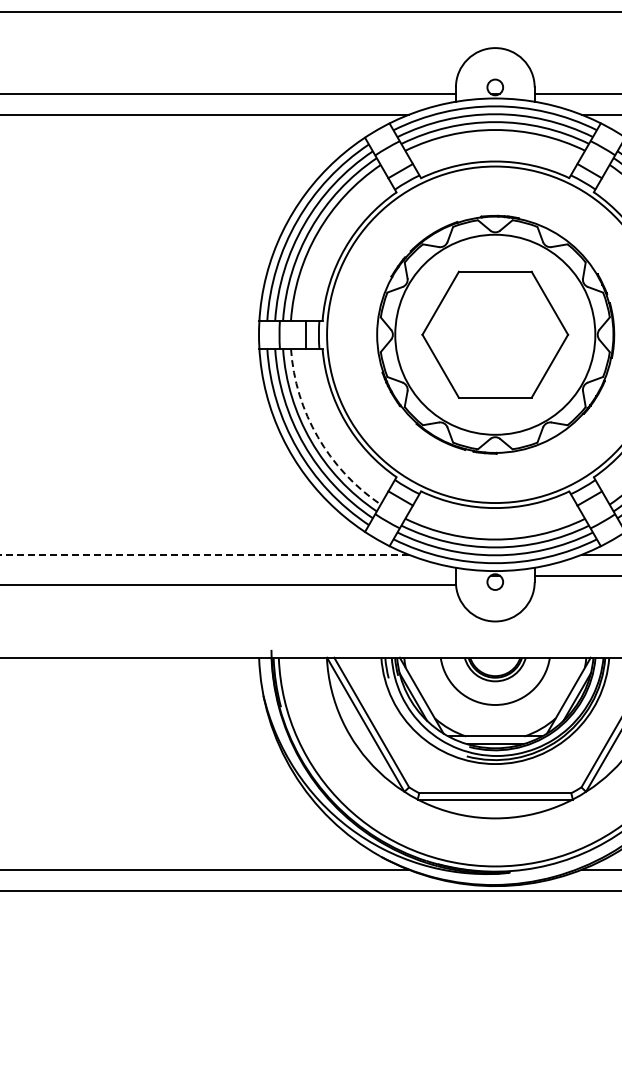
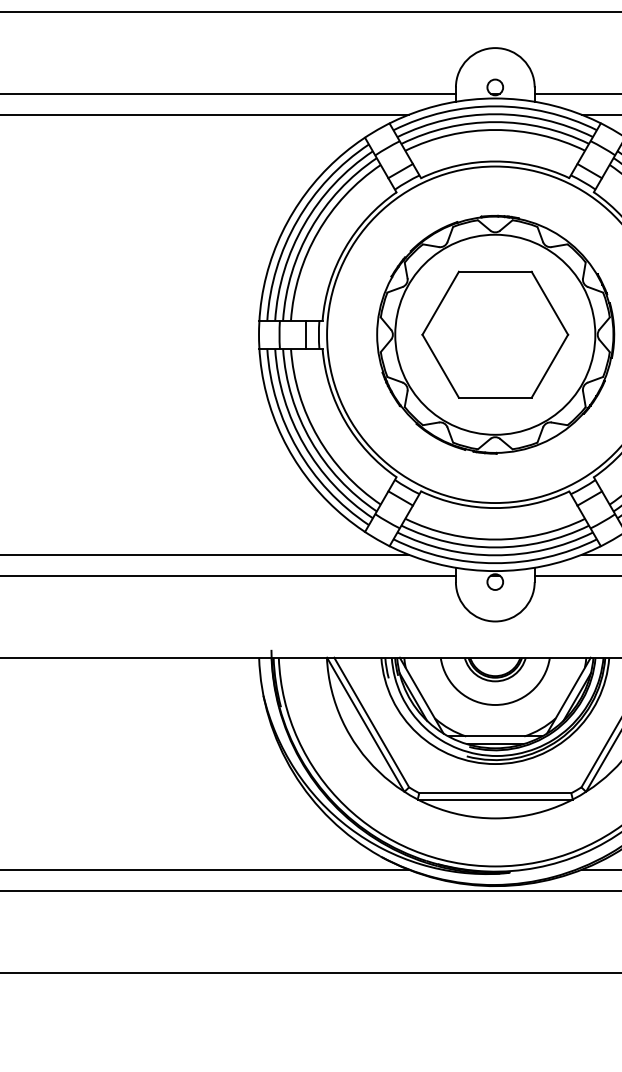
arc at (317, 437): dashed -> solid
line at (204, 554): dashed -> solid
line at (228, 584) position: (228, 584) -> (228, 575)
line at (310, 972): none -> present
